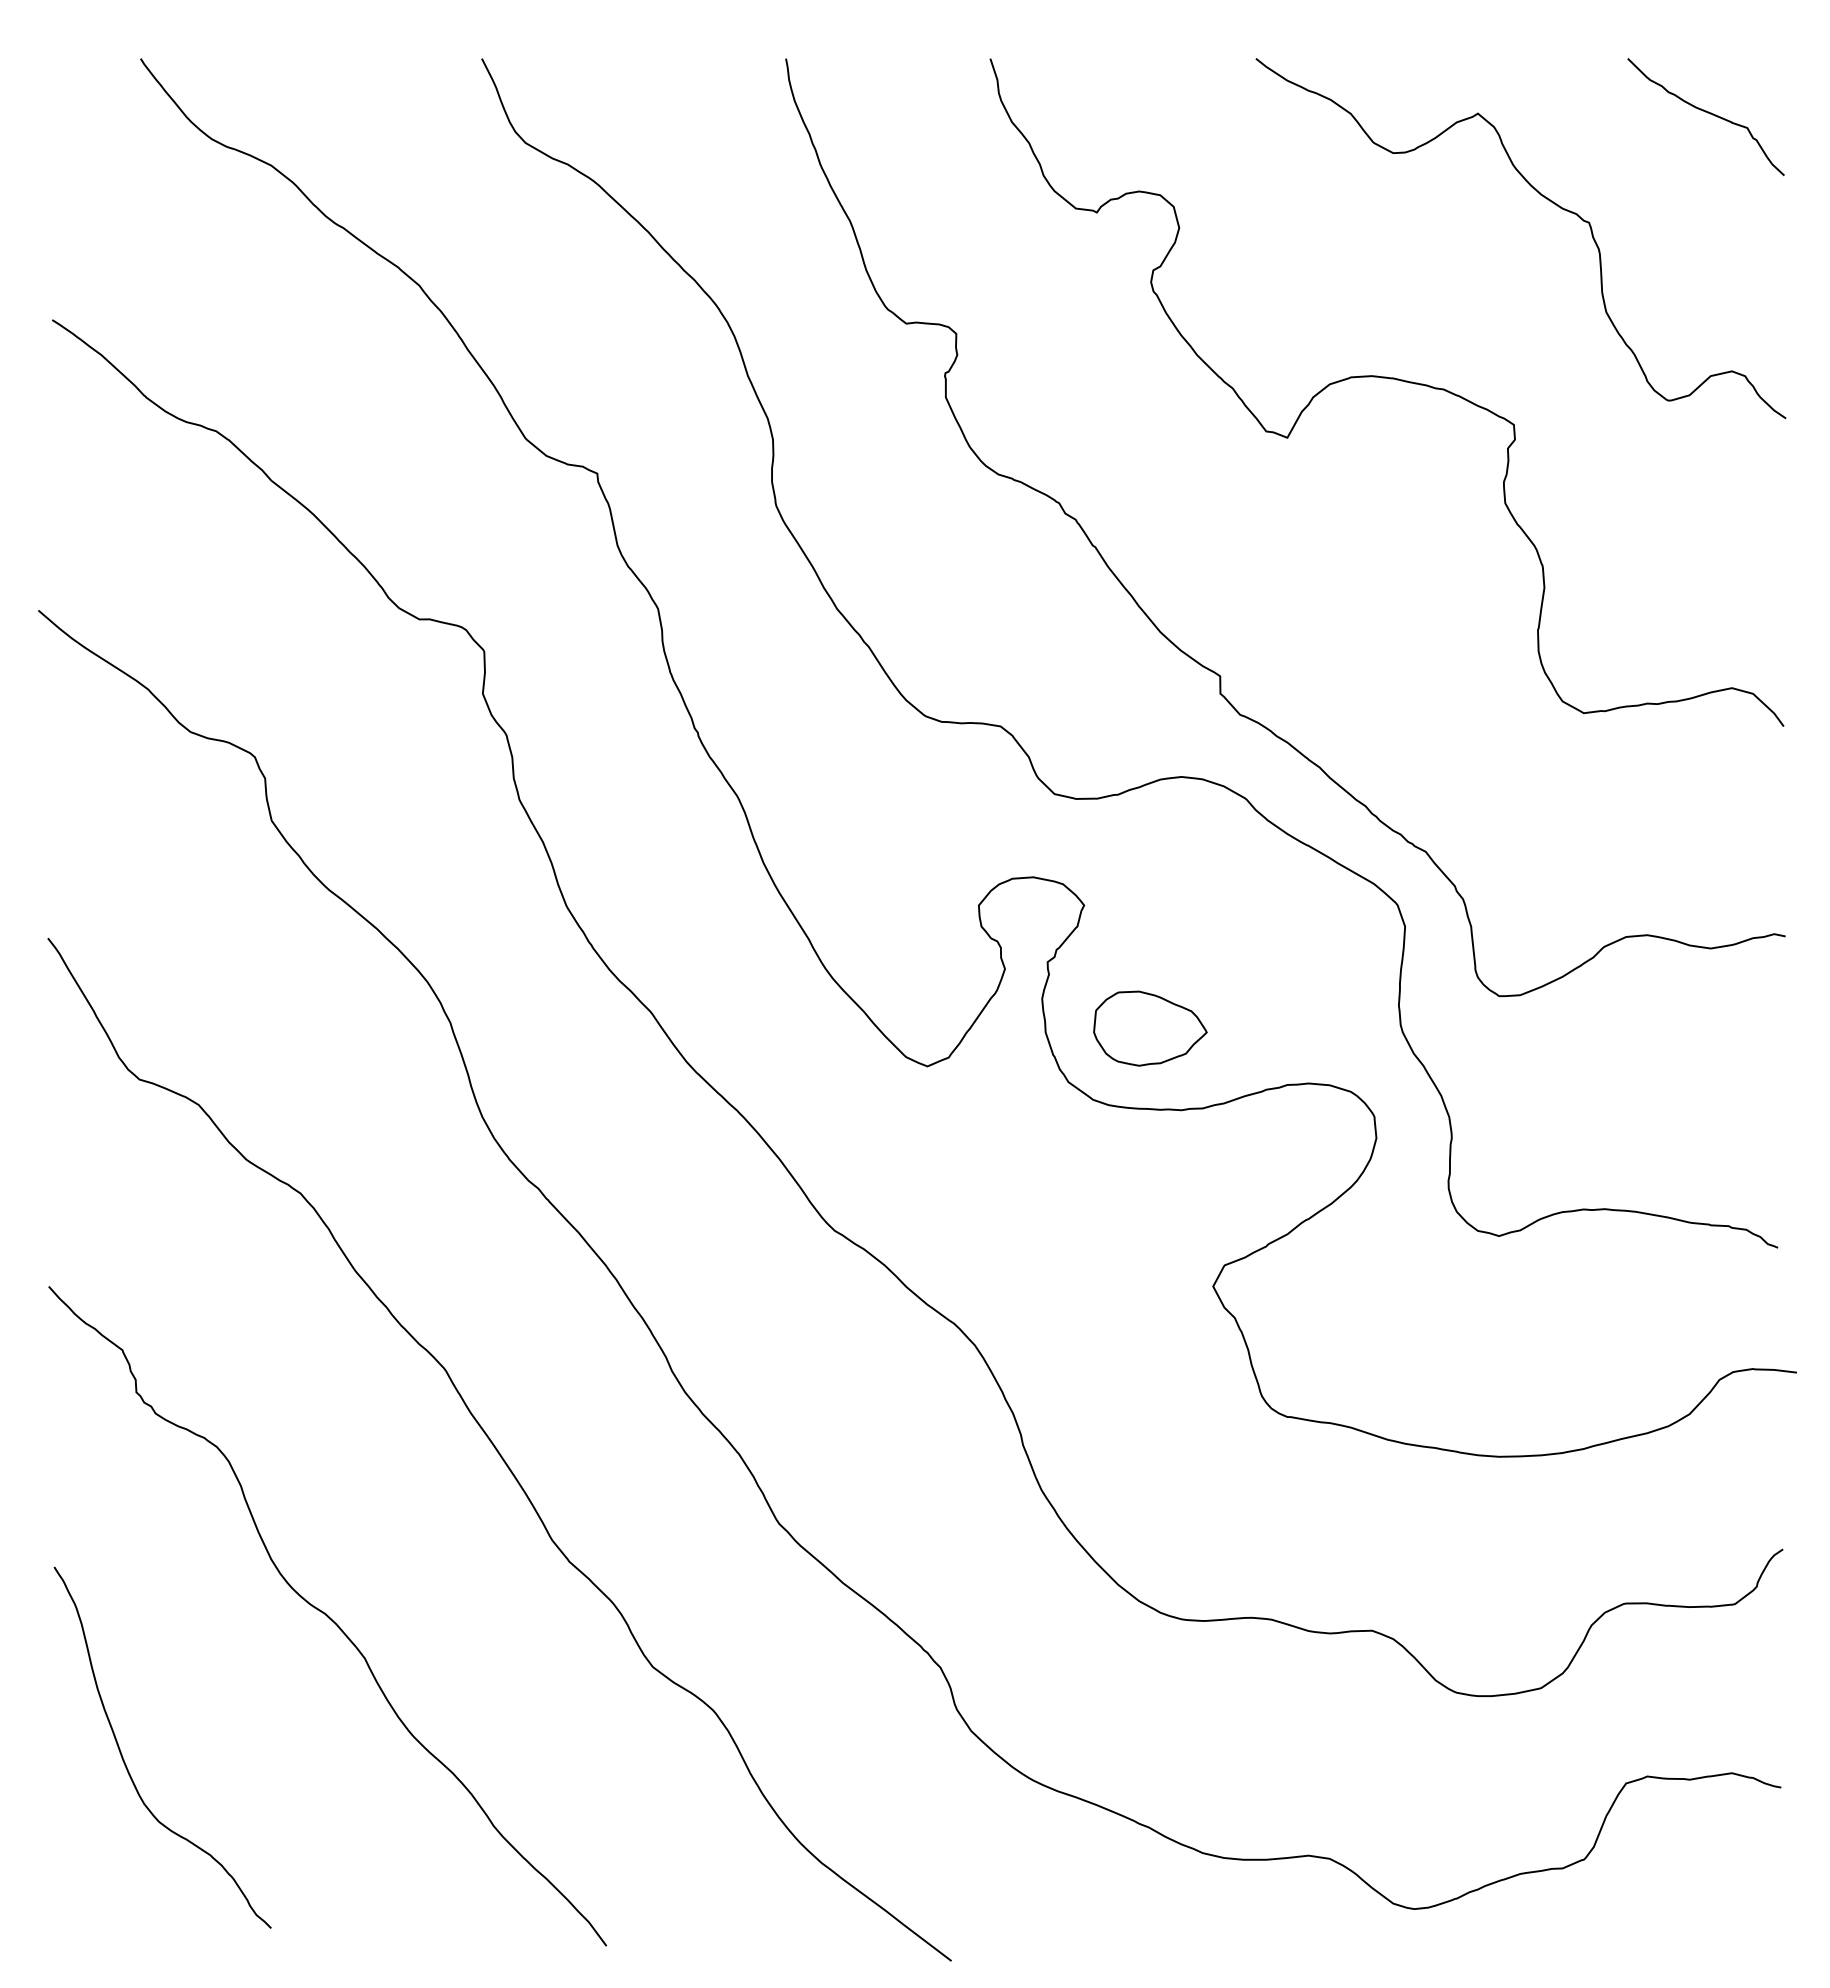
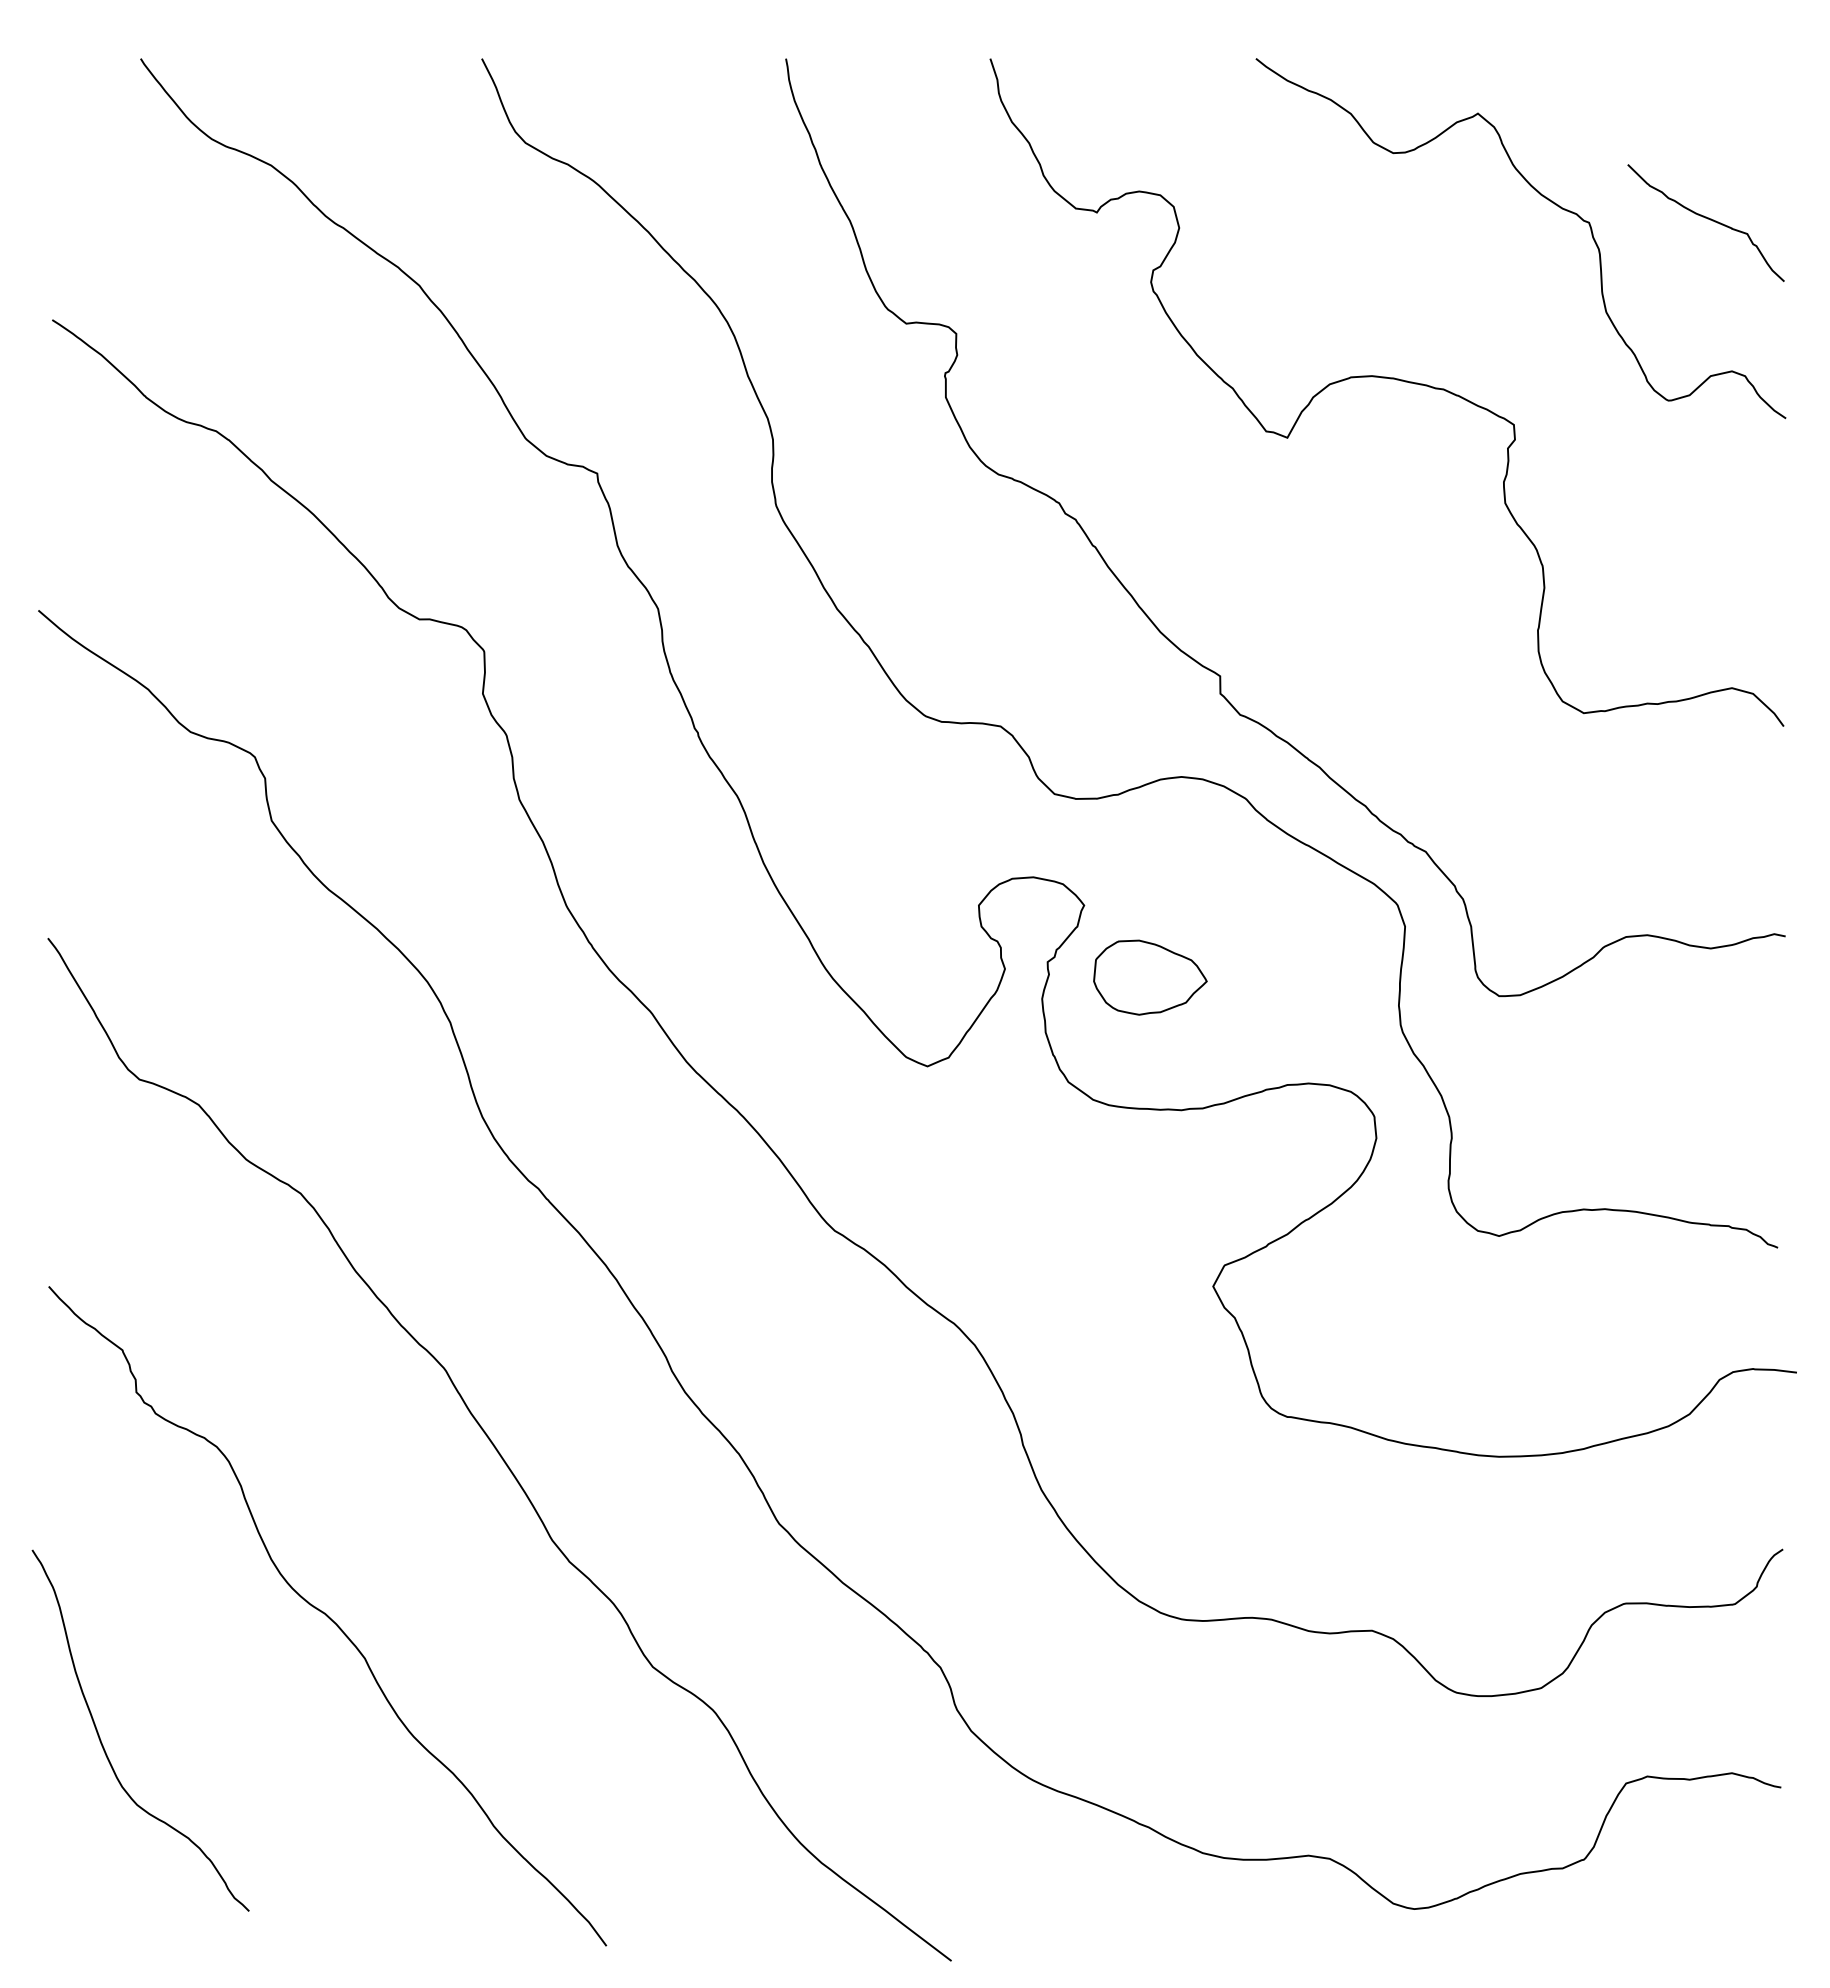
curve at (1707, 113) position: (1707, 113) -> (1707, 219)
part at (1150, 1028) position: (1150, 1028) -> (1150, 977)
curve at (126, 1764) position: (126, 1764) -> (104, 1747)
